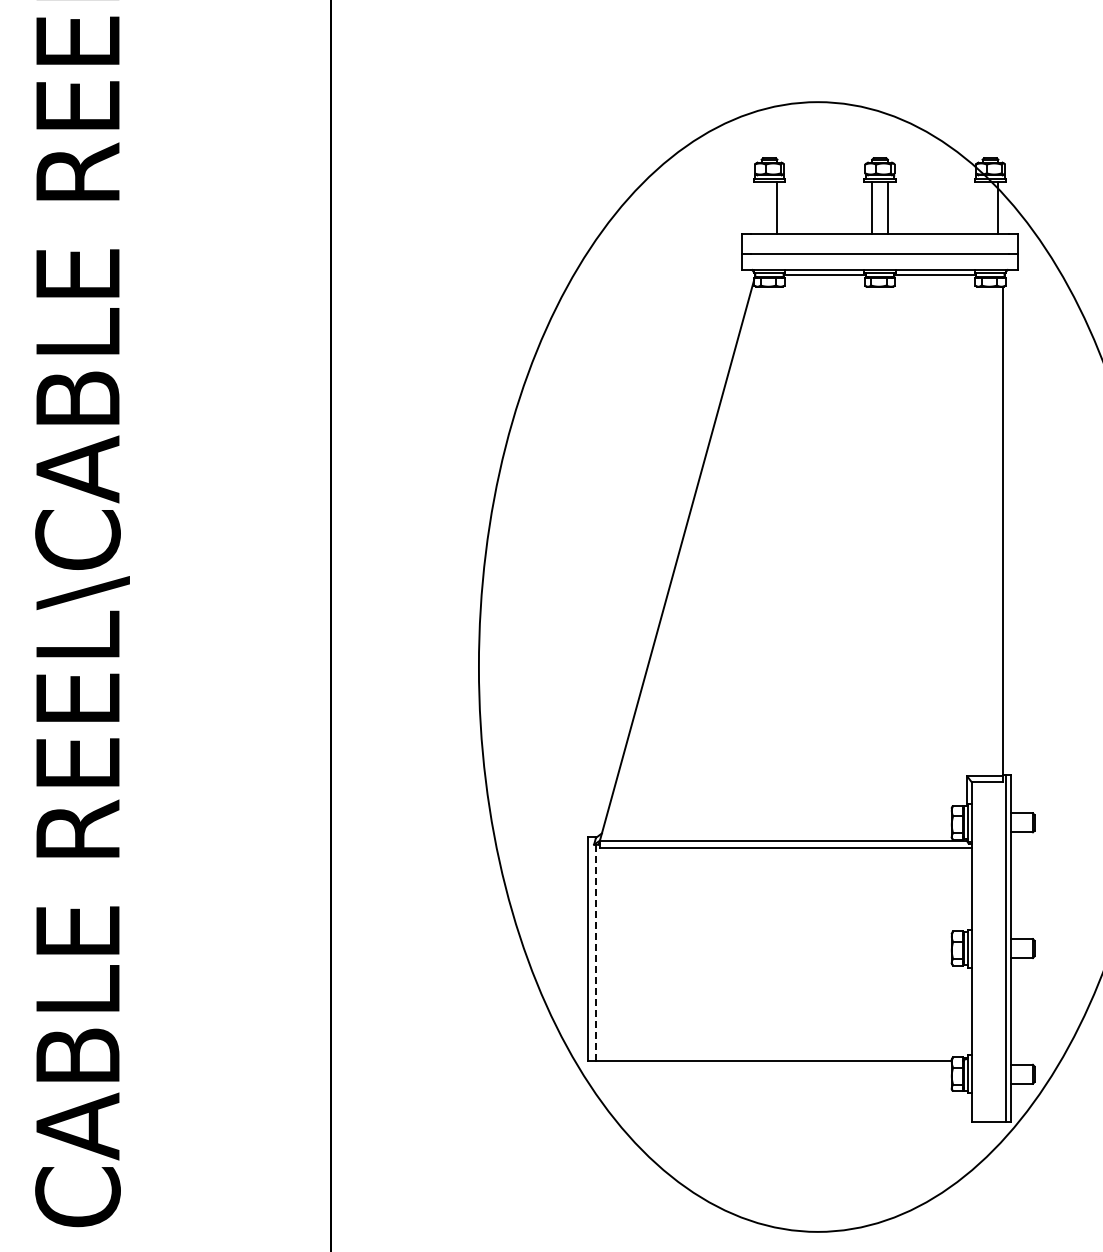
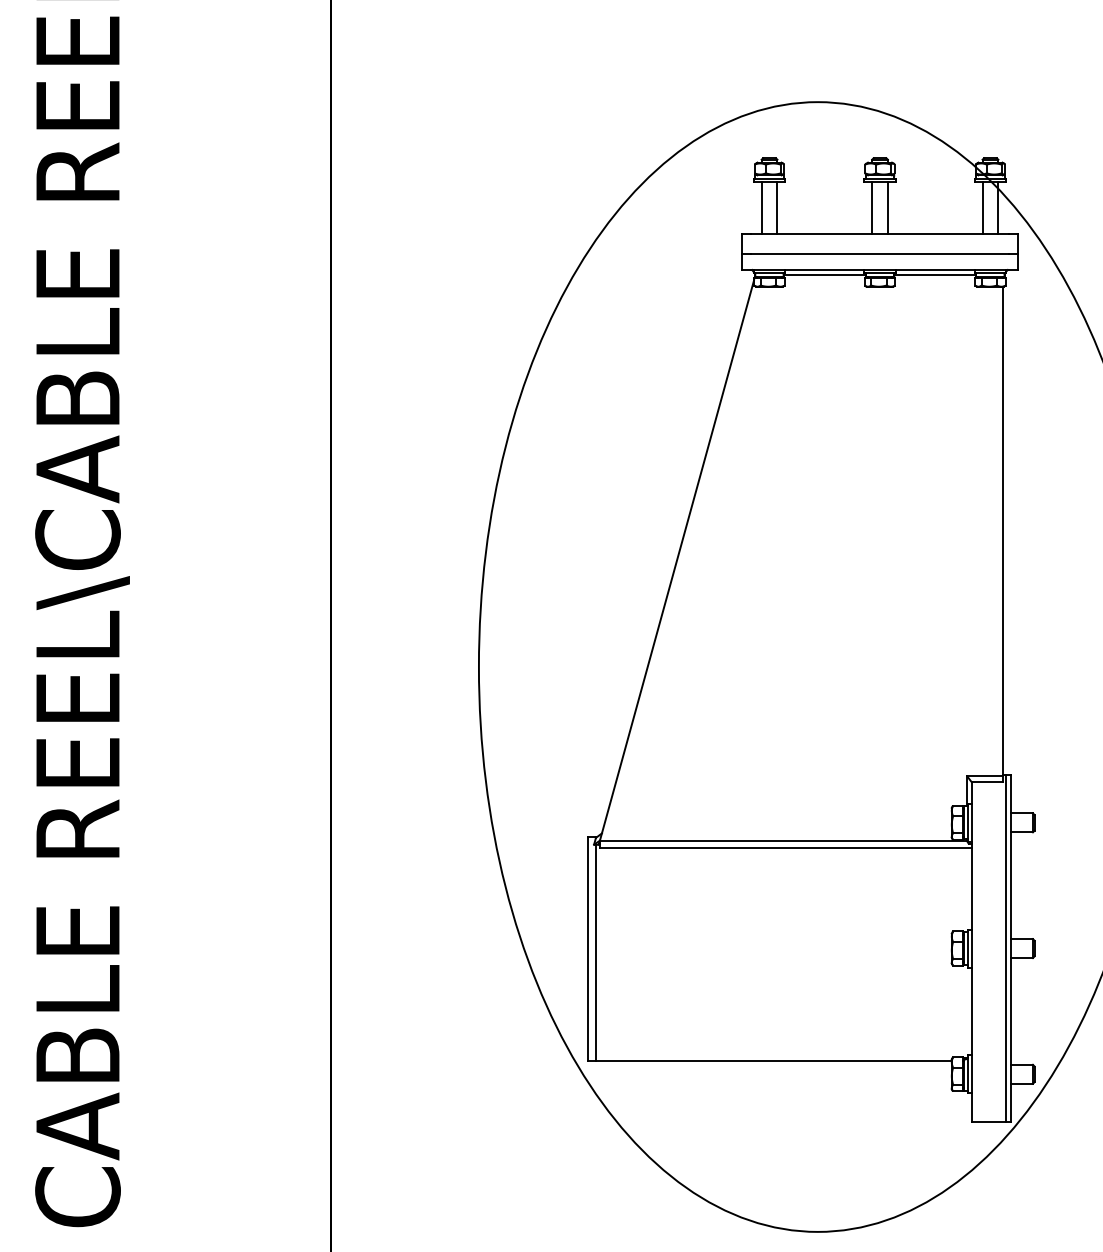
line at (761, 207): none -> present
line at (982, 207): none -> present
line at (595, 952): dashed -> solid
